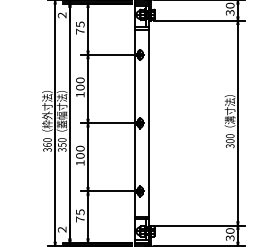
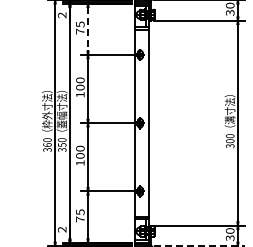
line at (88, 29): solid -> dashed
line at (199, 246): solid -> dashed
